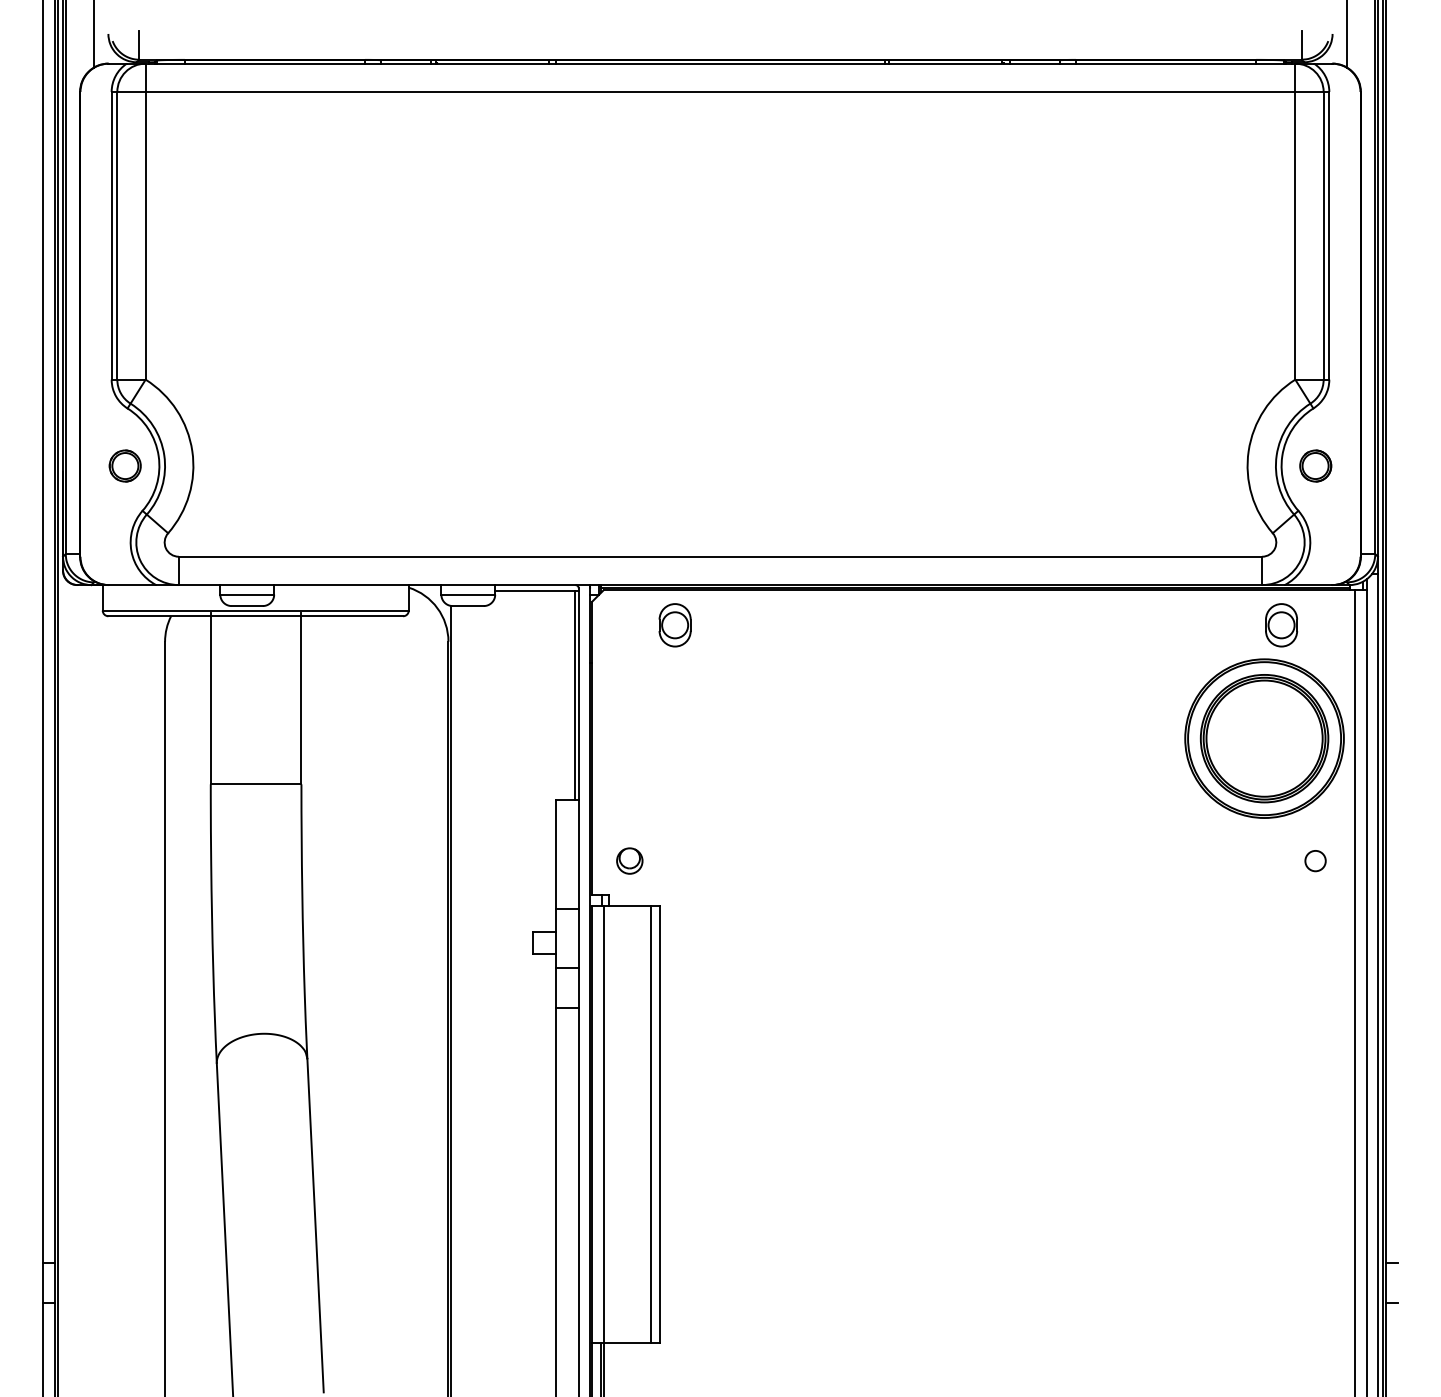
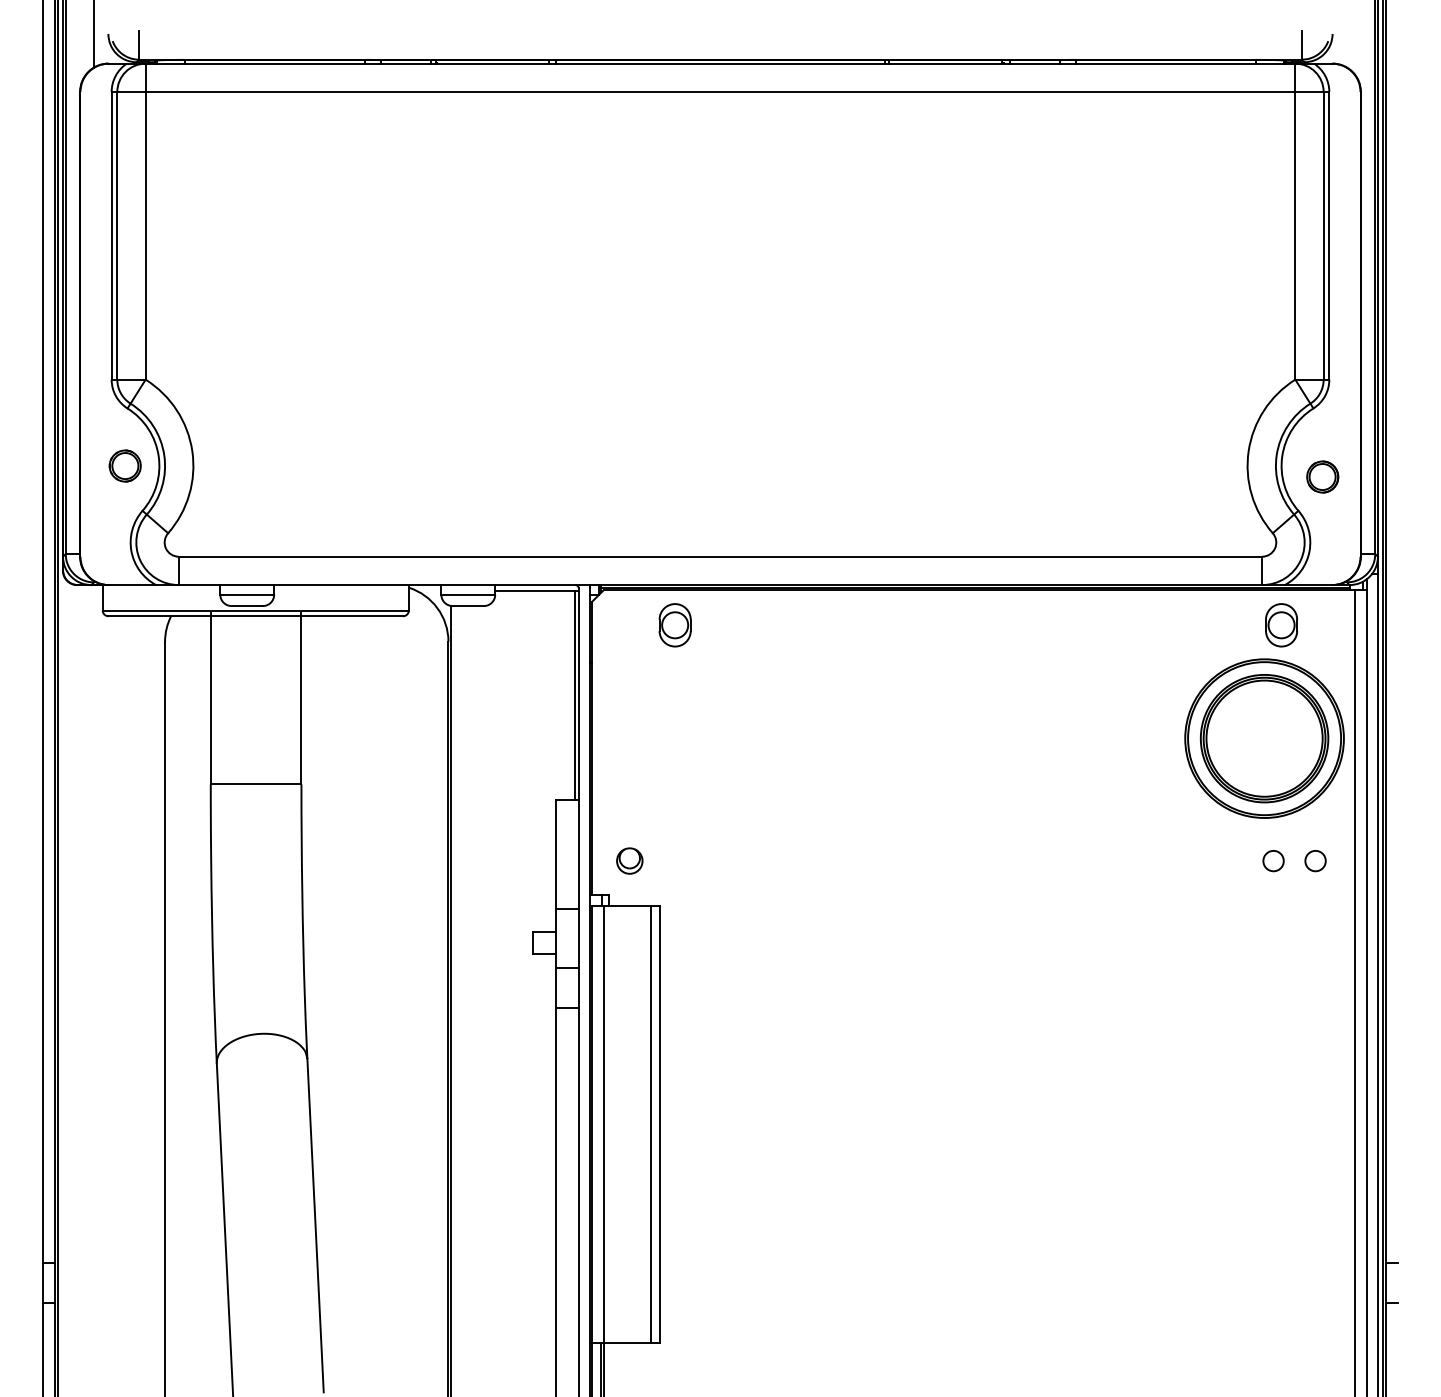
line at (1346, 34): present -> none
part at (1315, 465) position: (1315, 465) -> (1322, 476)
circle at (1273, 861): none -> present
